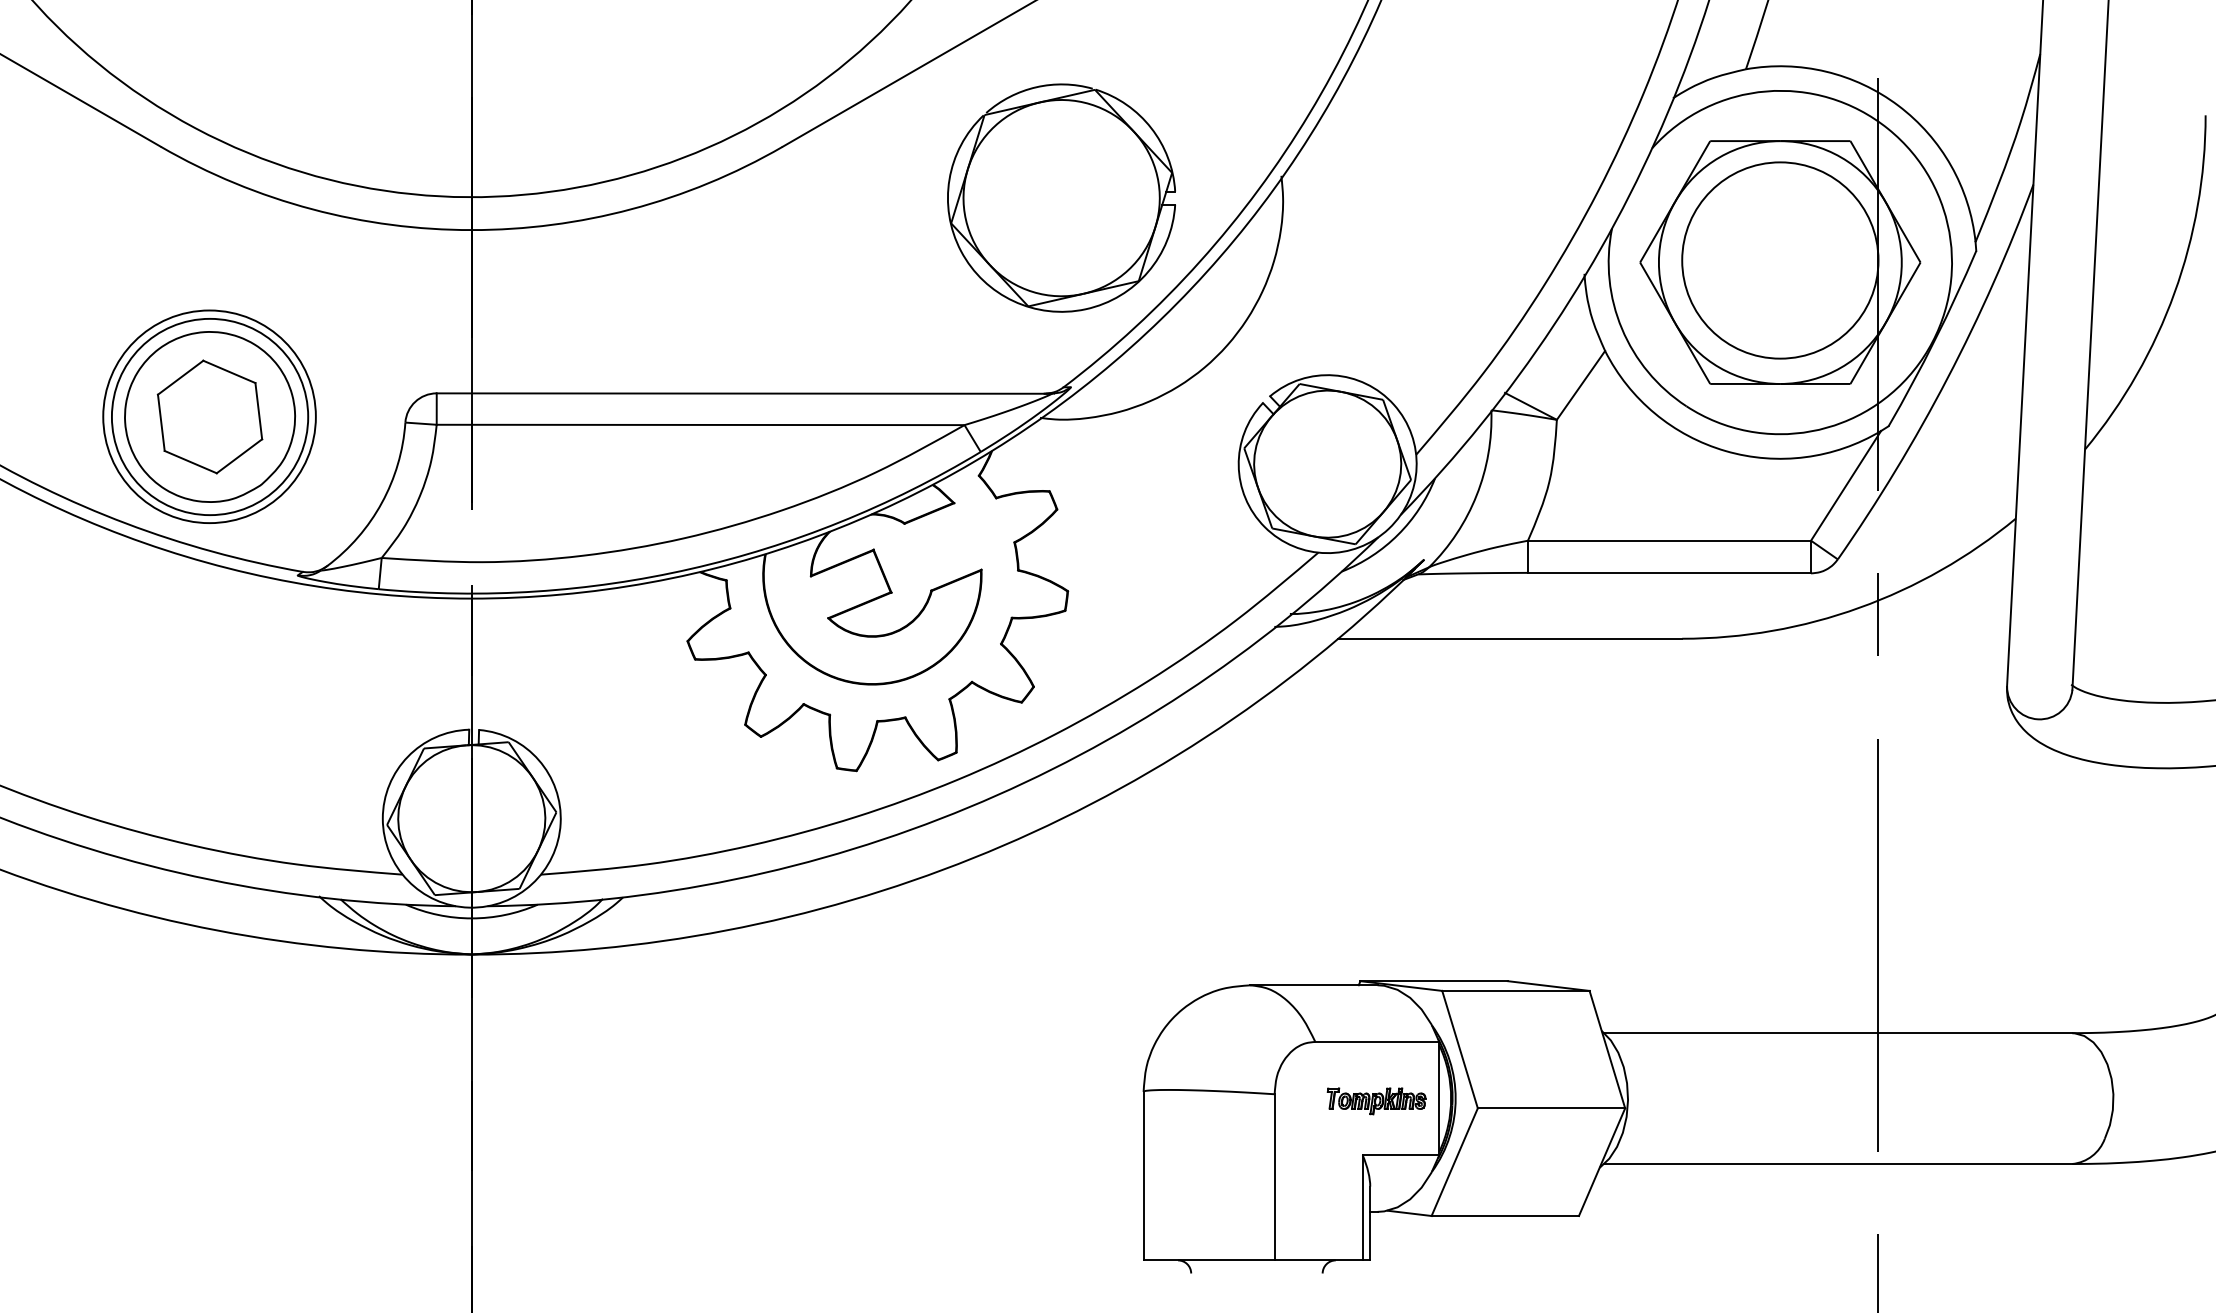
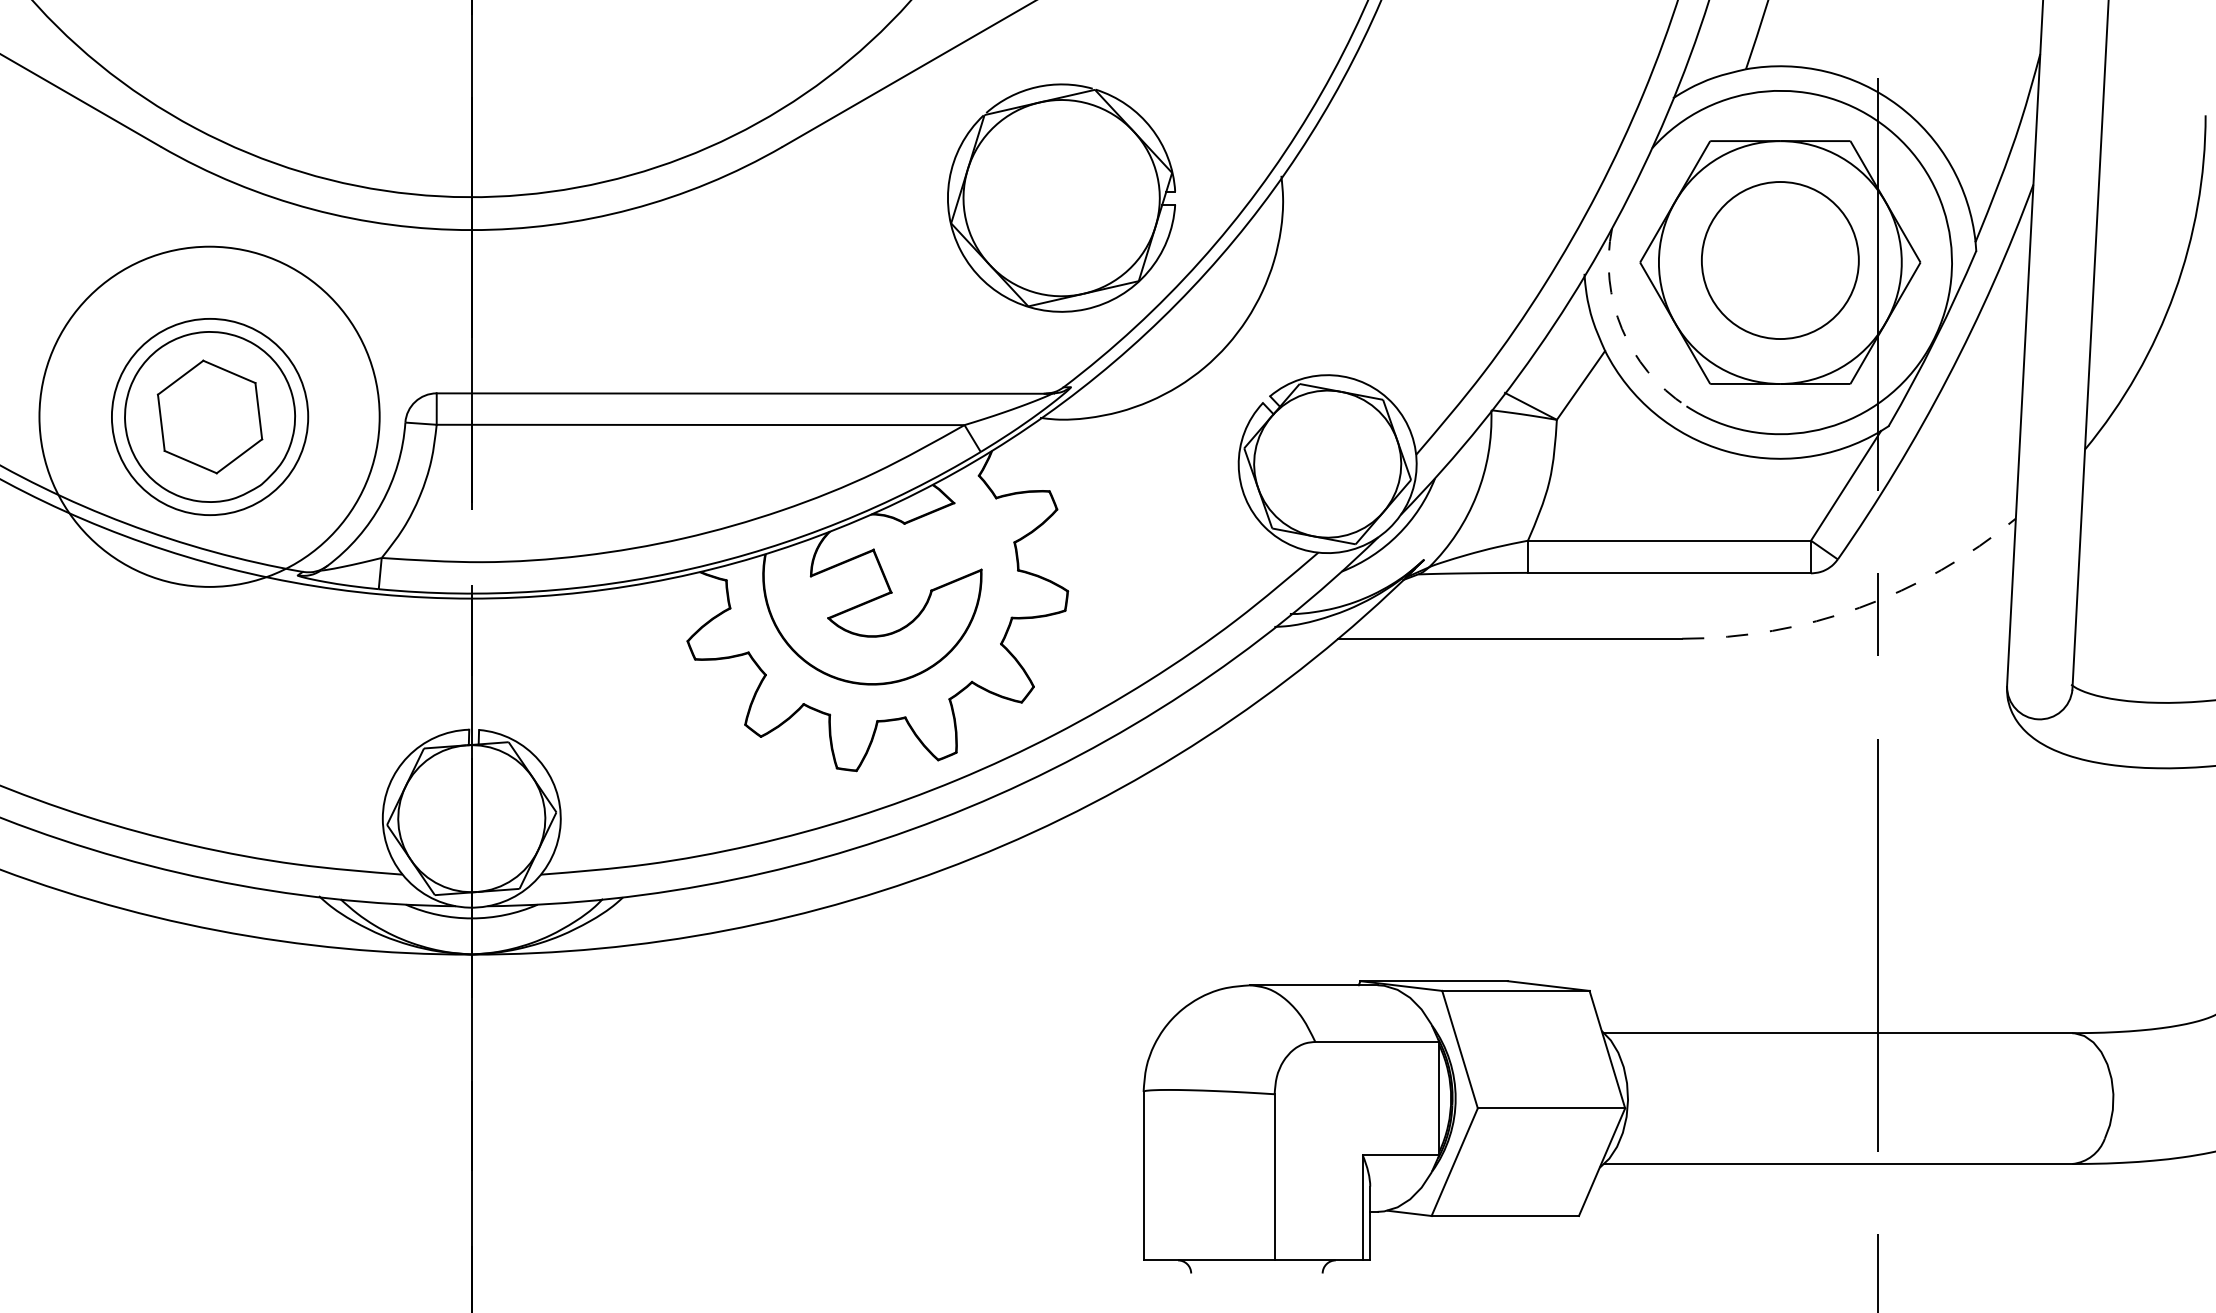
circle at (1780, 260) diameter: 196 px -> 157 px
arc at (1621, 328): solid -> dashed
circle at (209, 416) diameter: 213 px -> 340 px
arc at (1859, 607): solid -> dashed
part at (1376, 1101): present -> none
